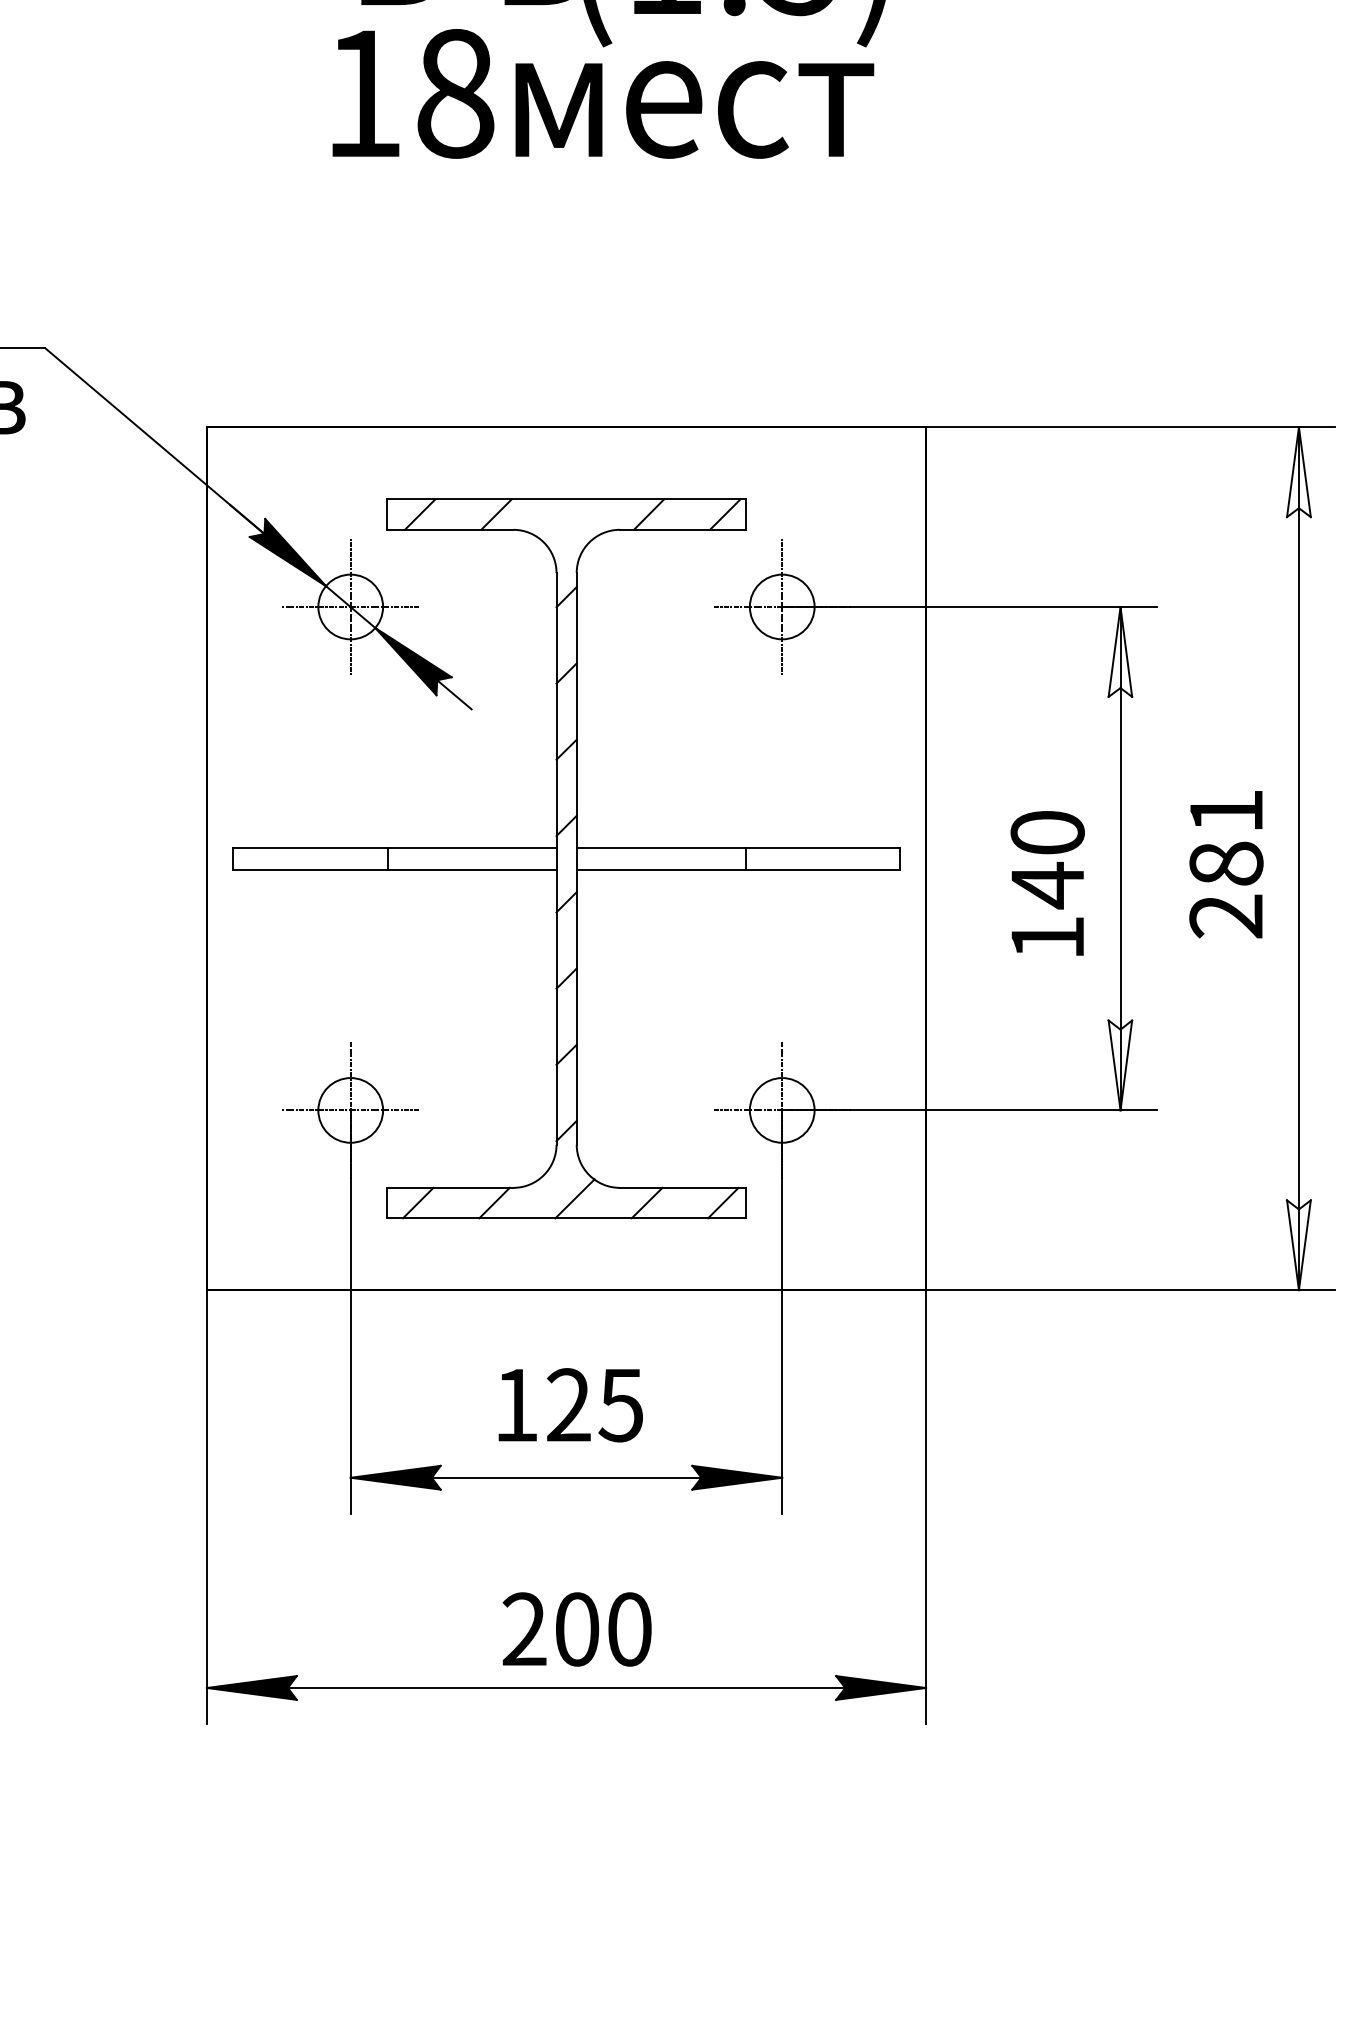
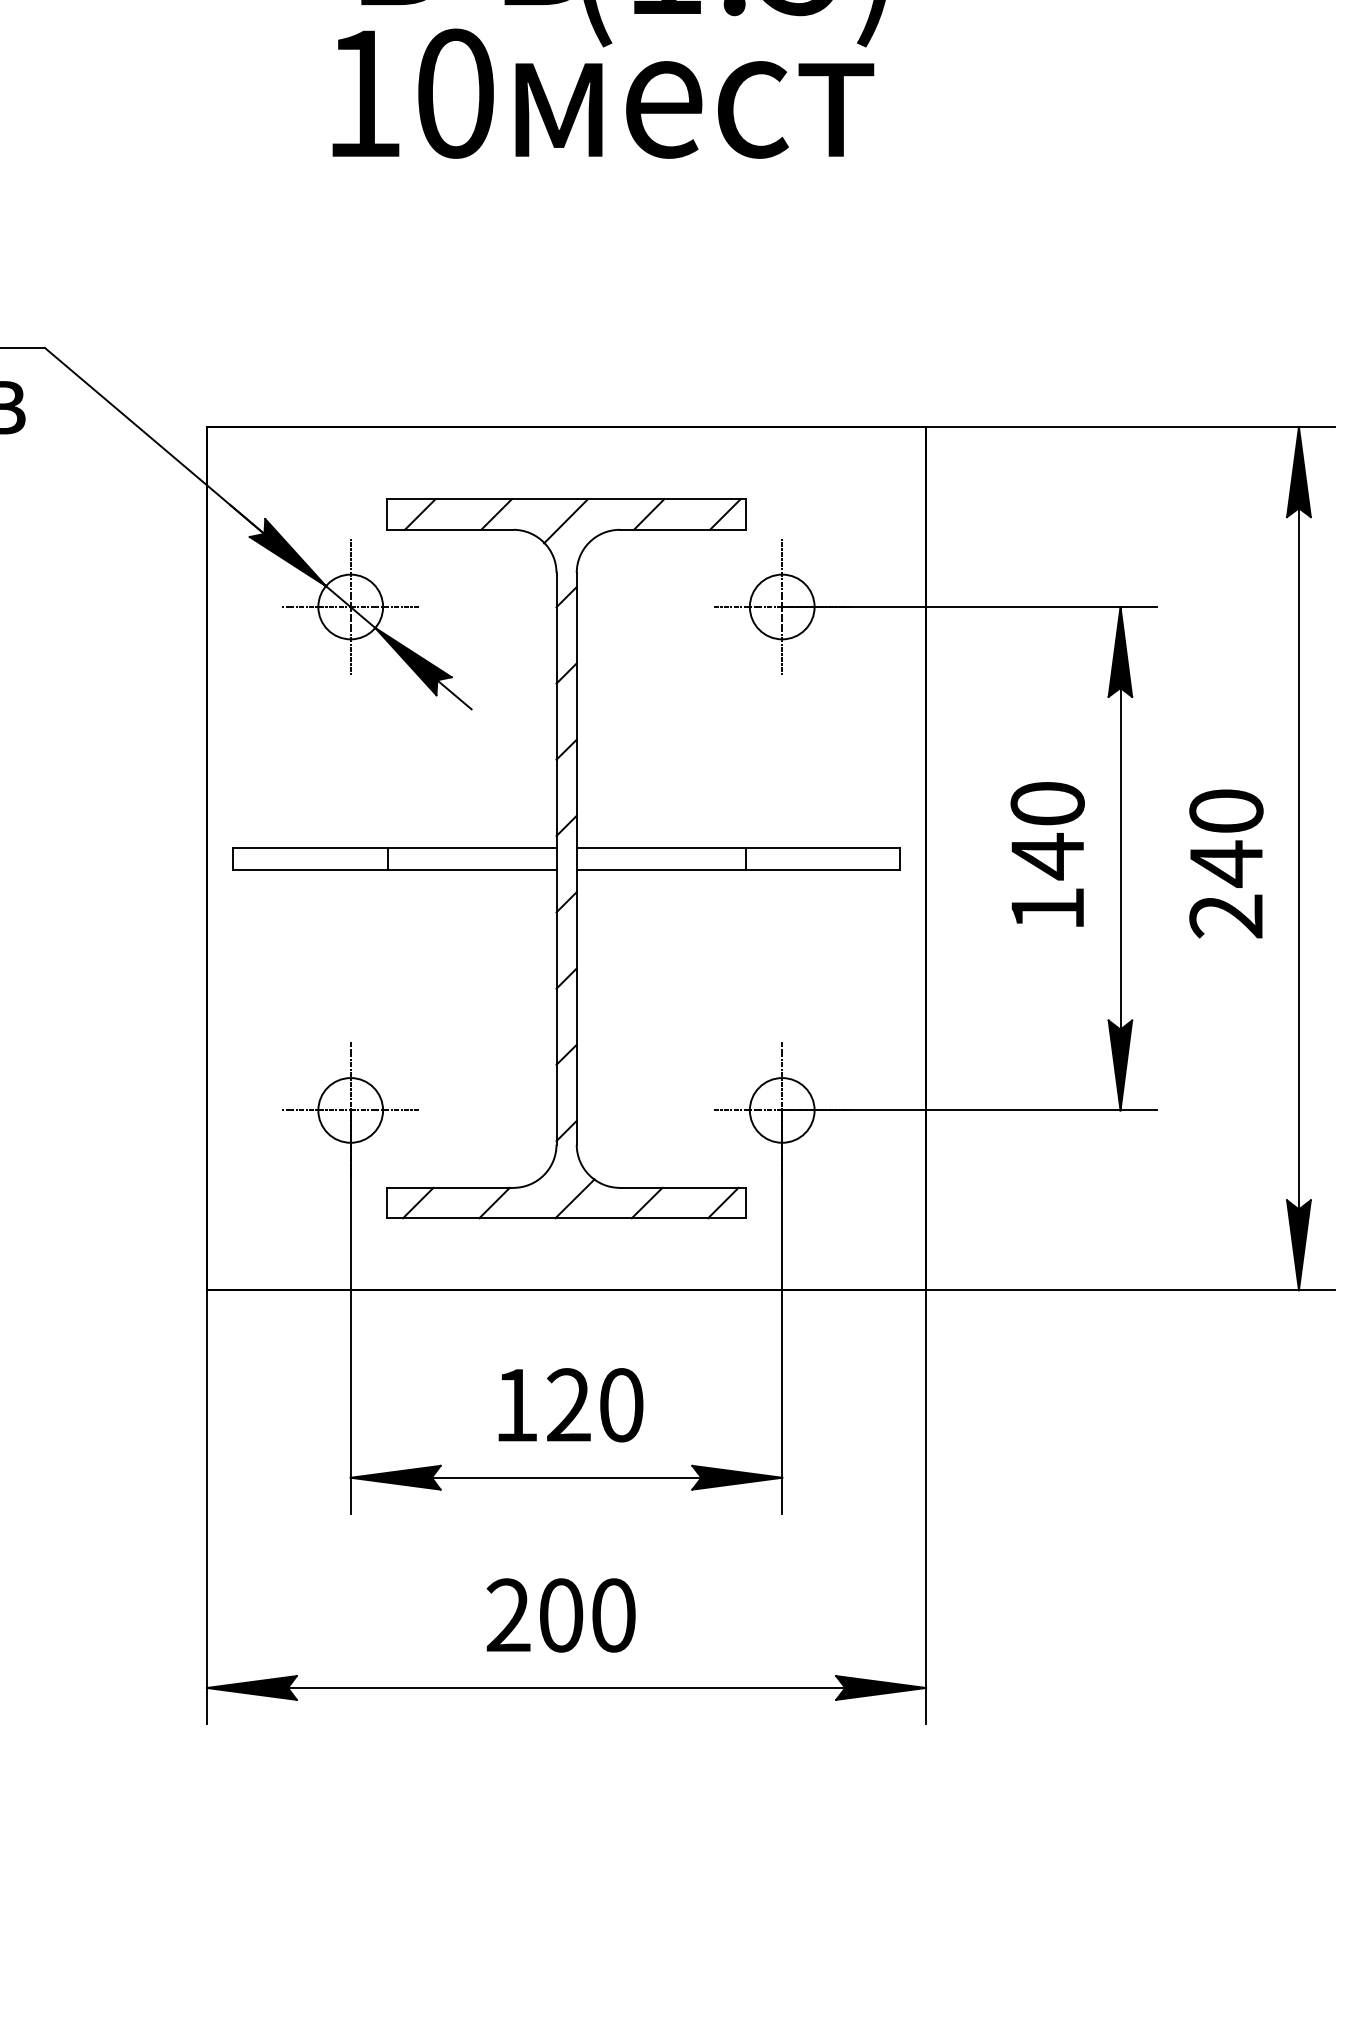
text at (455, 93): 18 -> 10
fill at (1298, 472): none -> present
line at (566, 521): none -> present
fill at (1120, 651): none -> present
text at (1226, 838): 281 -> 240
text at (1047, 883) position: (1047, 883) -> (1047, 854)
fill at (1120, 1065): none -> present
fill at (1298, 1245): none -> present
text at (620, 1405): 125 -> 120
text at (576, 1629) position: (576, 1629) -> (560, 1615)
